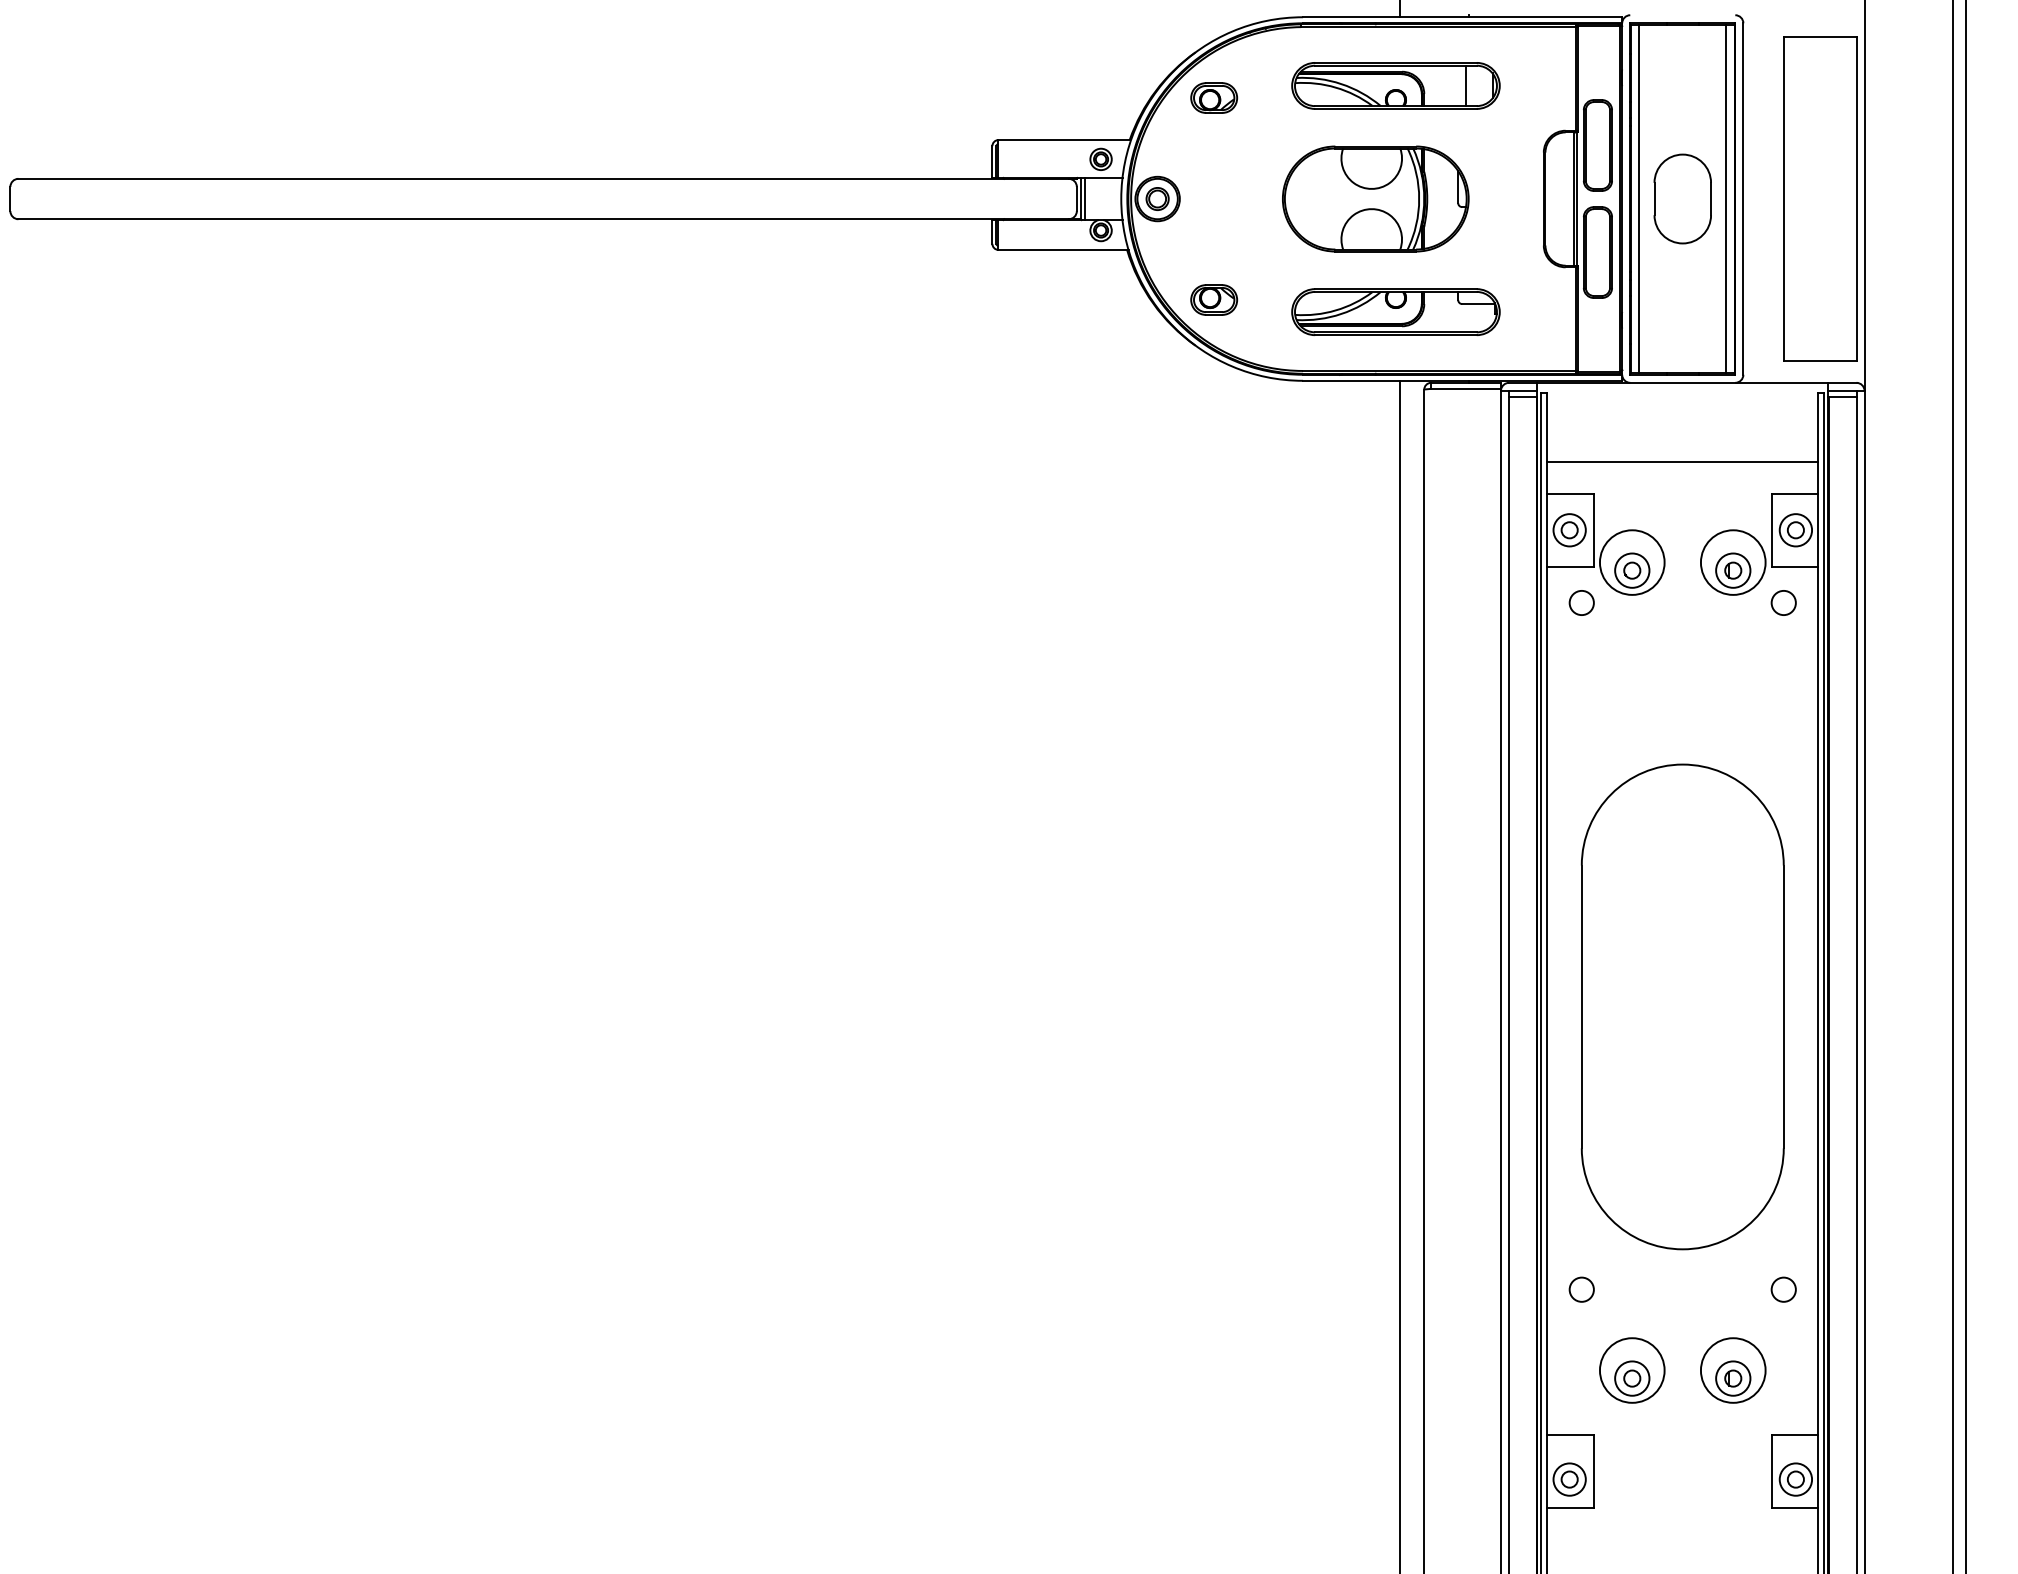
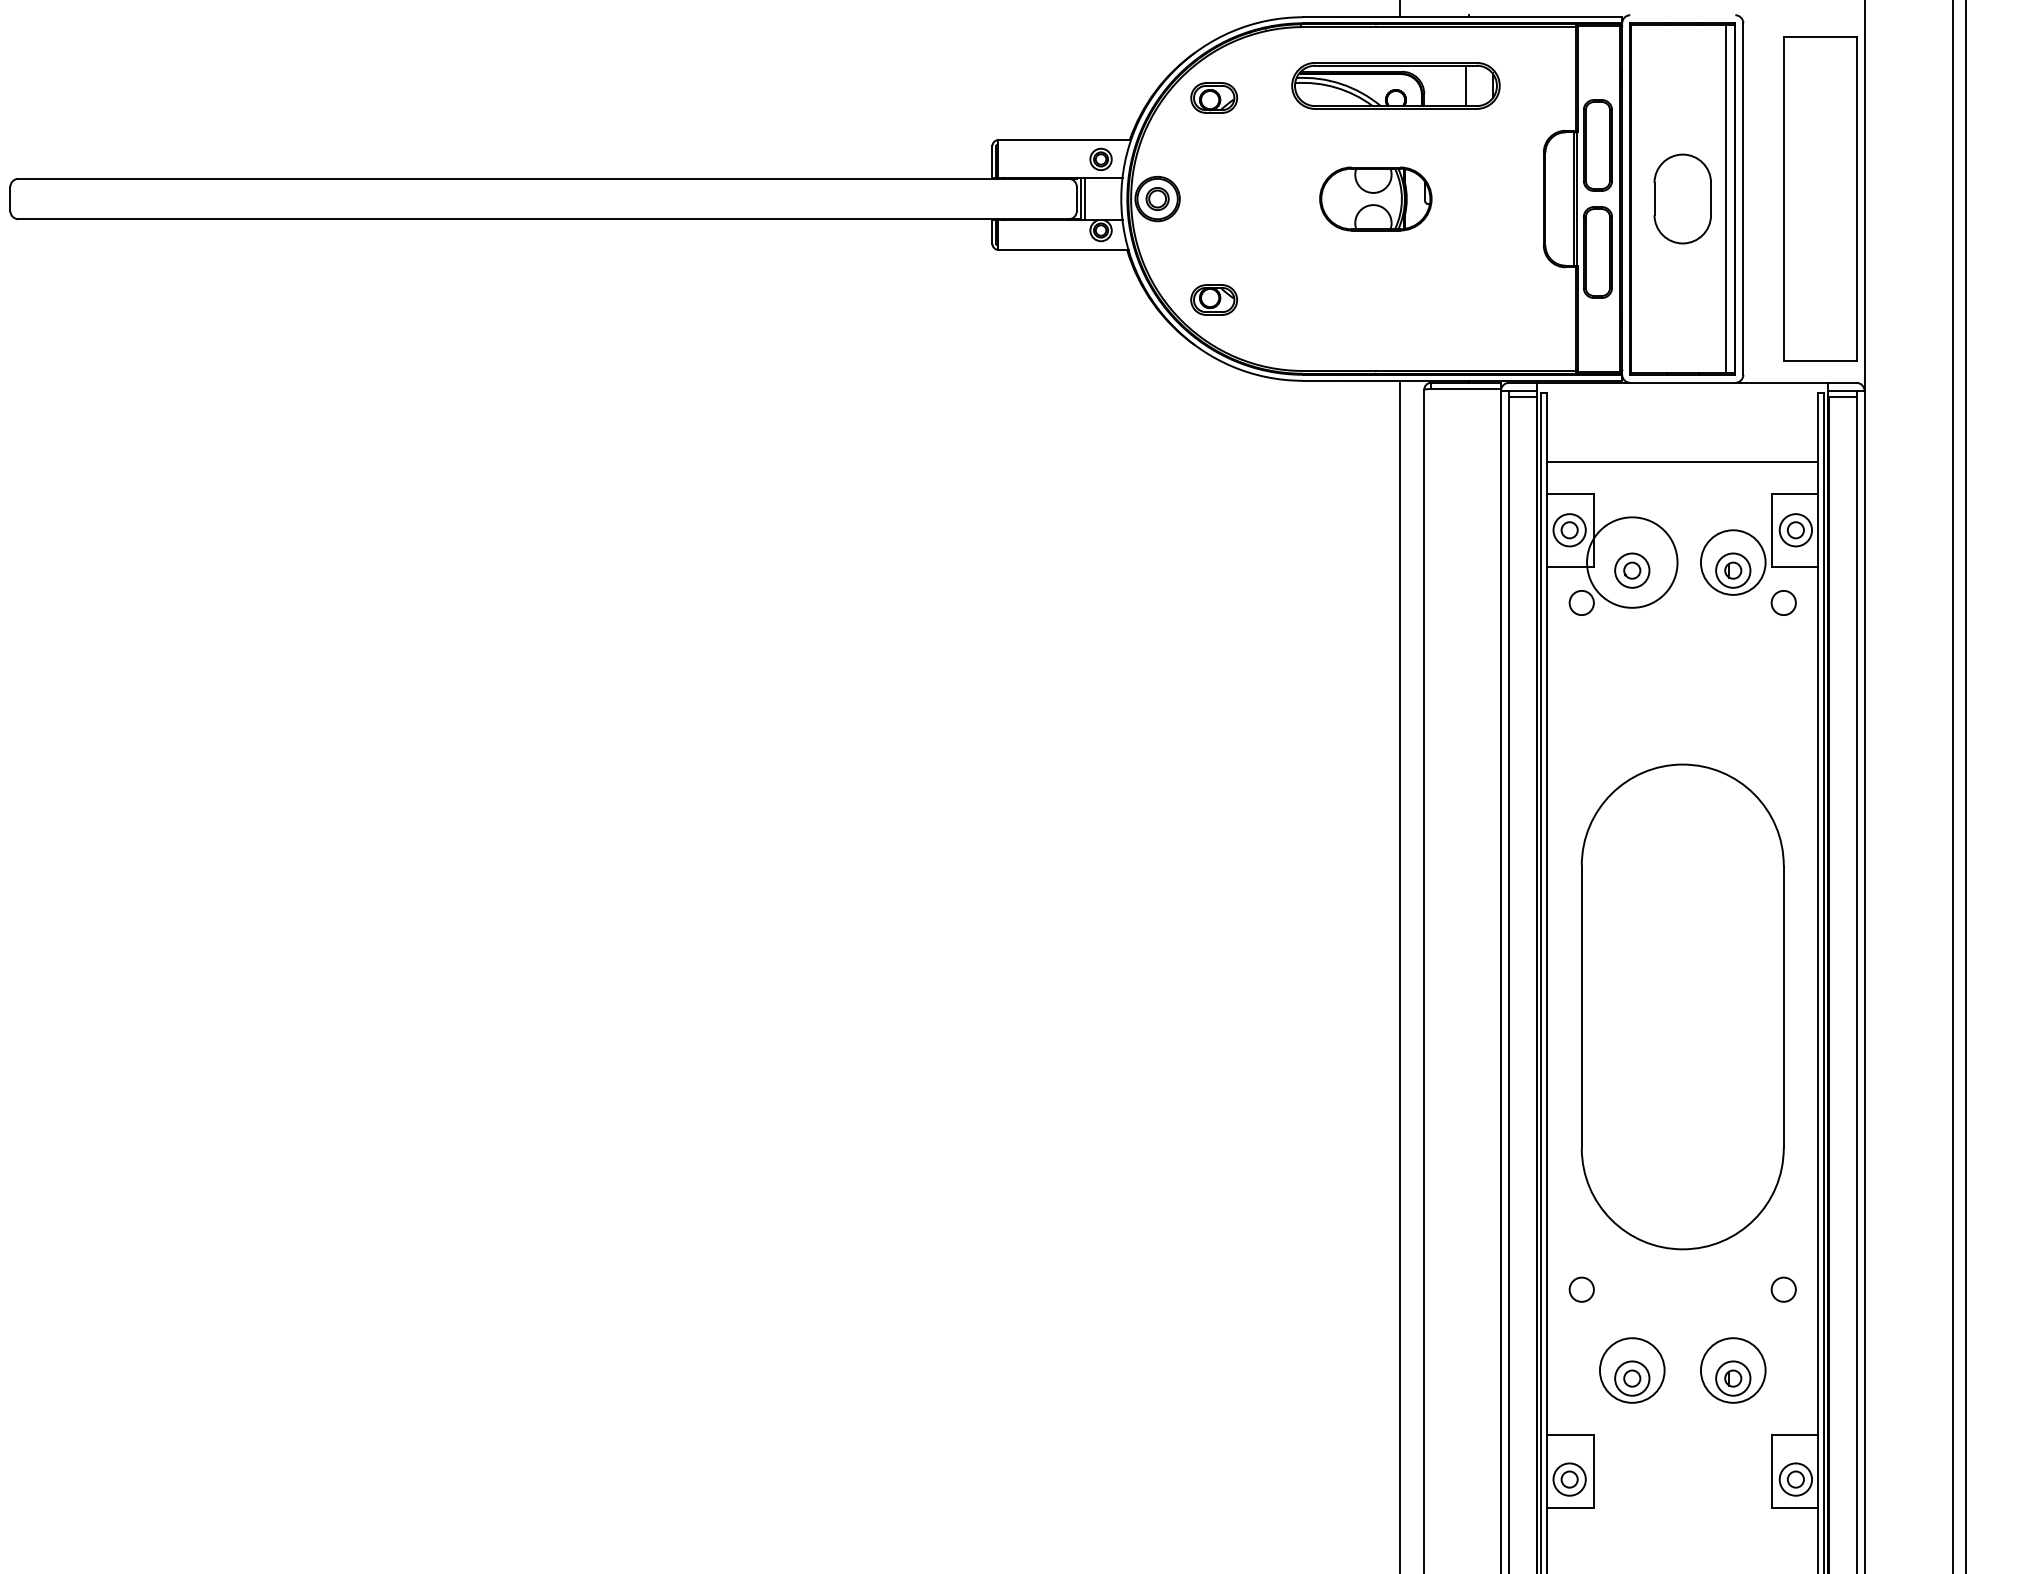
part at (1375, 198) size: 188x108 px -> 114x66 px
line at (1639, 198): present -> none
part at (1395, 311): present -> none
circle at (1631, 562) diameter: 65 px -> 90 px
